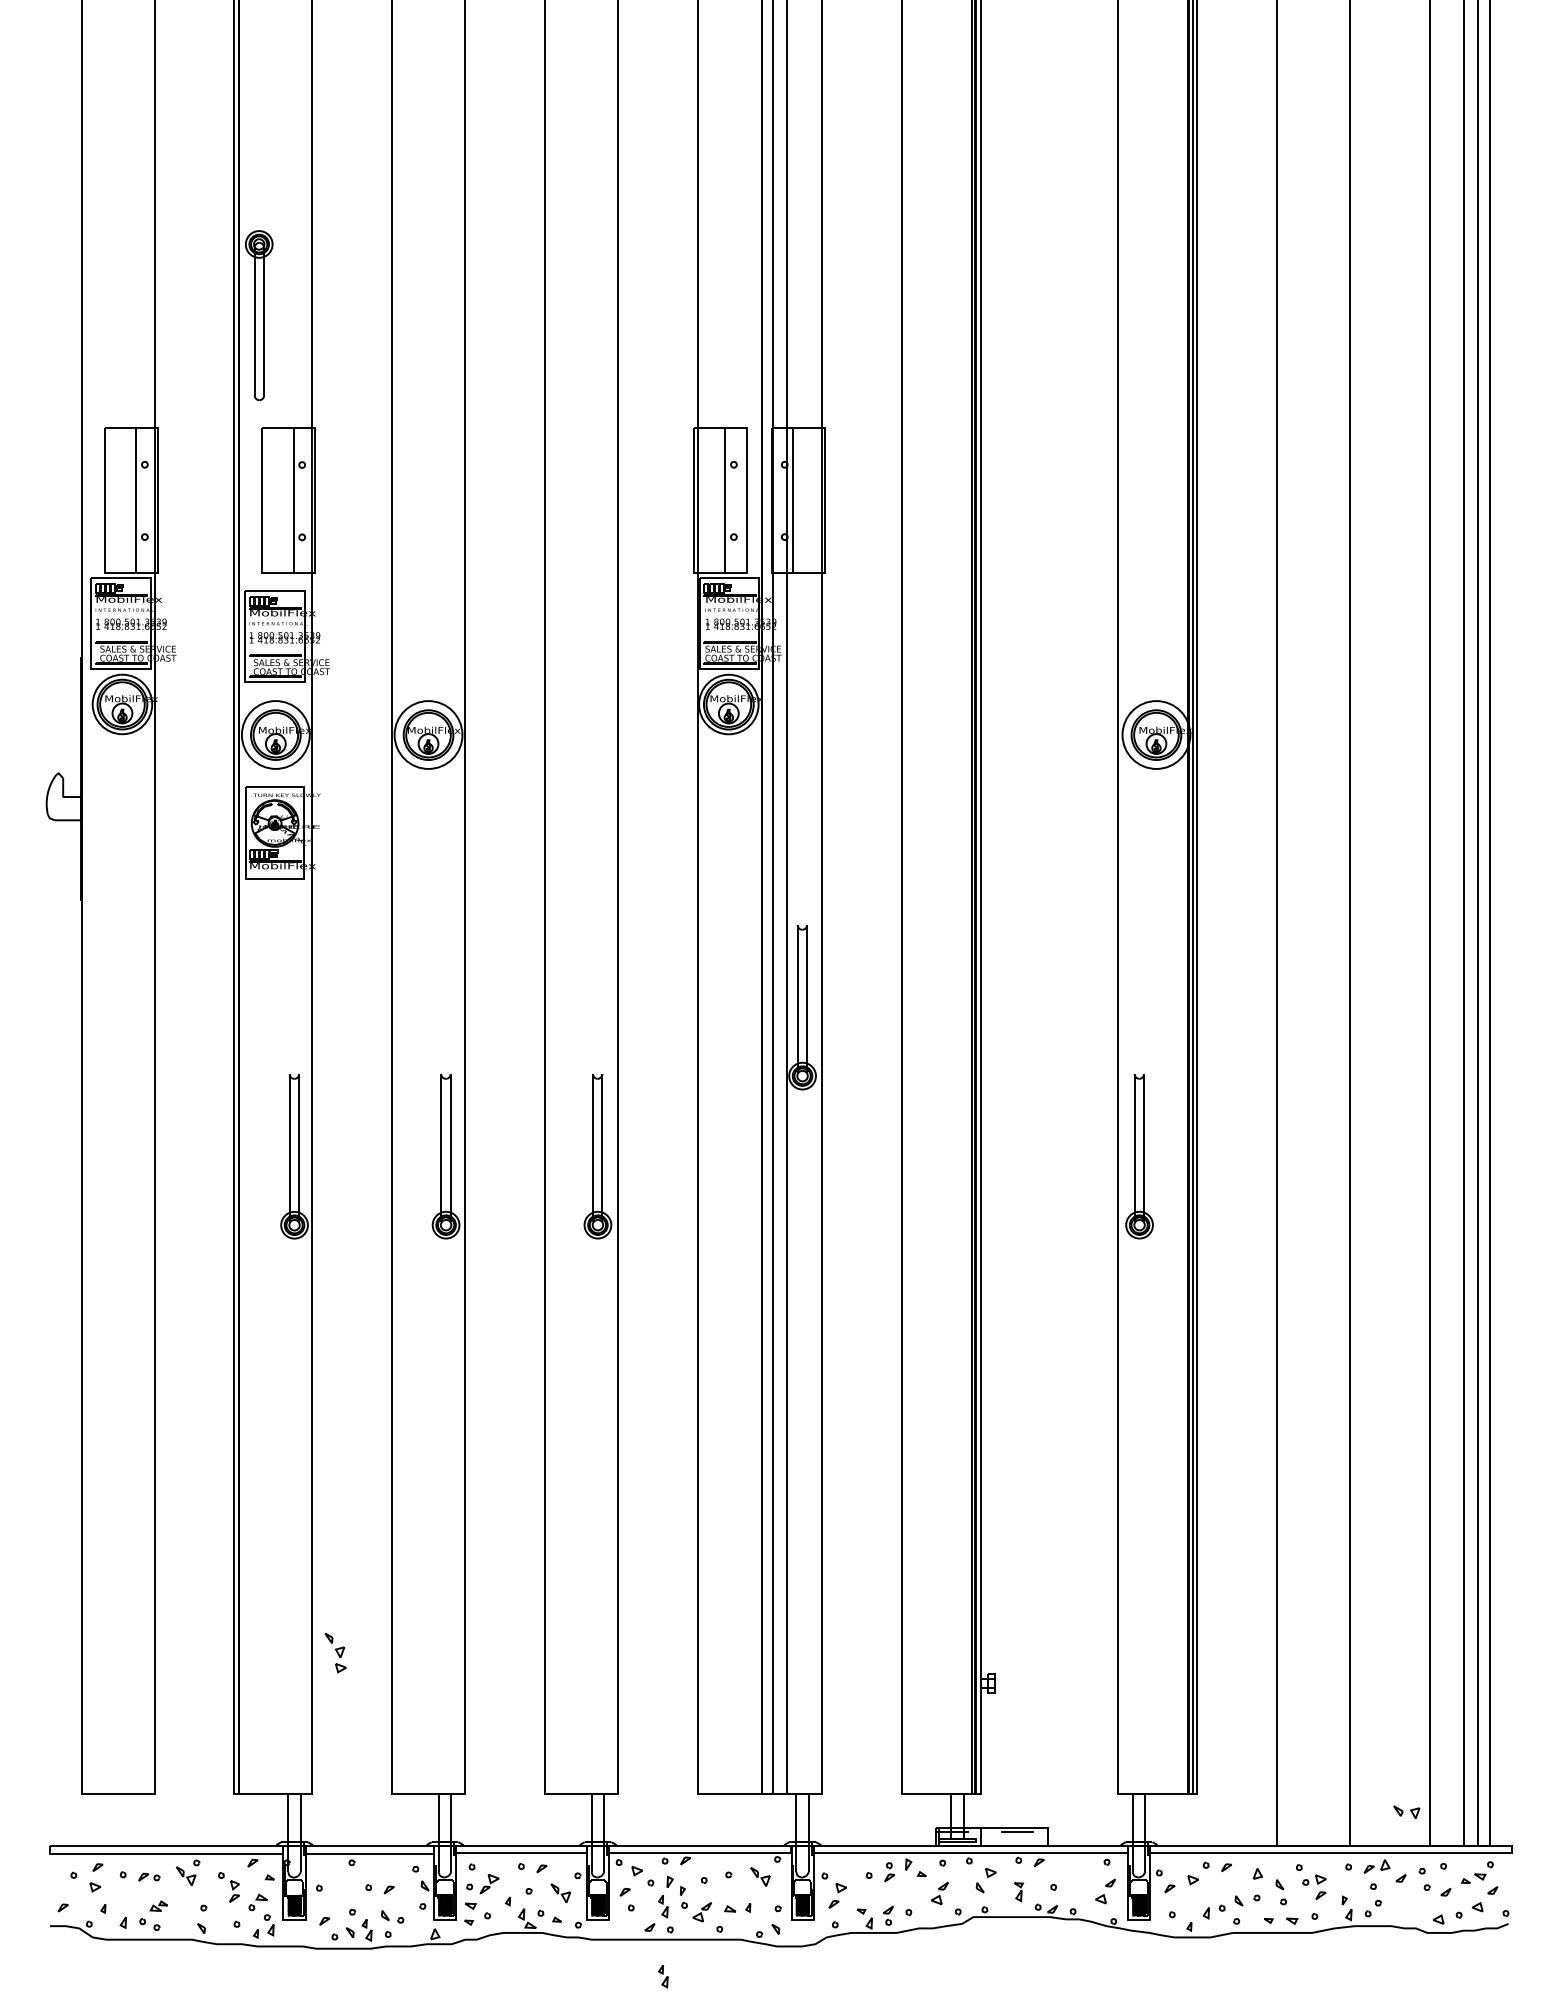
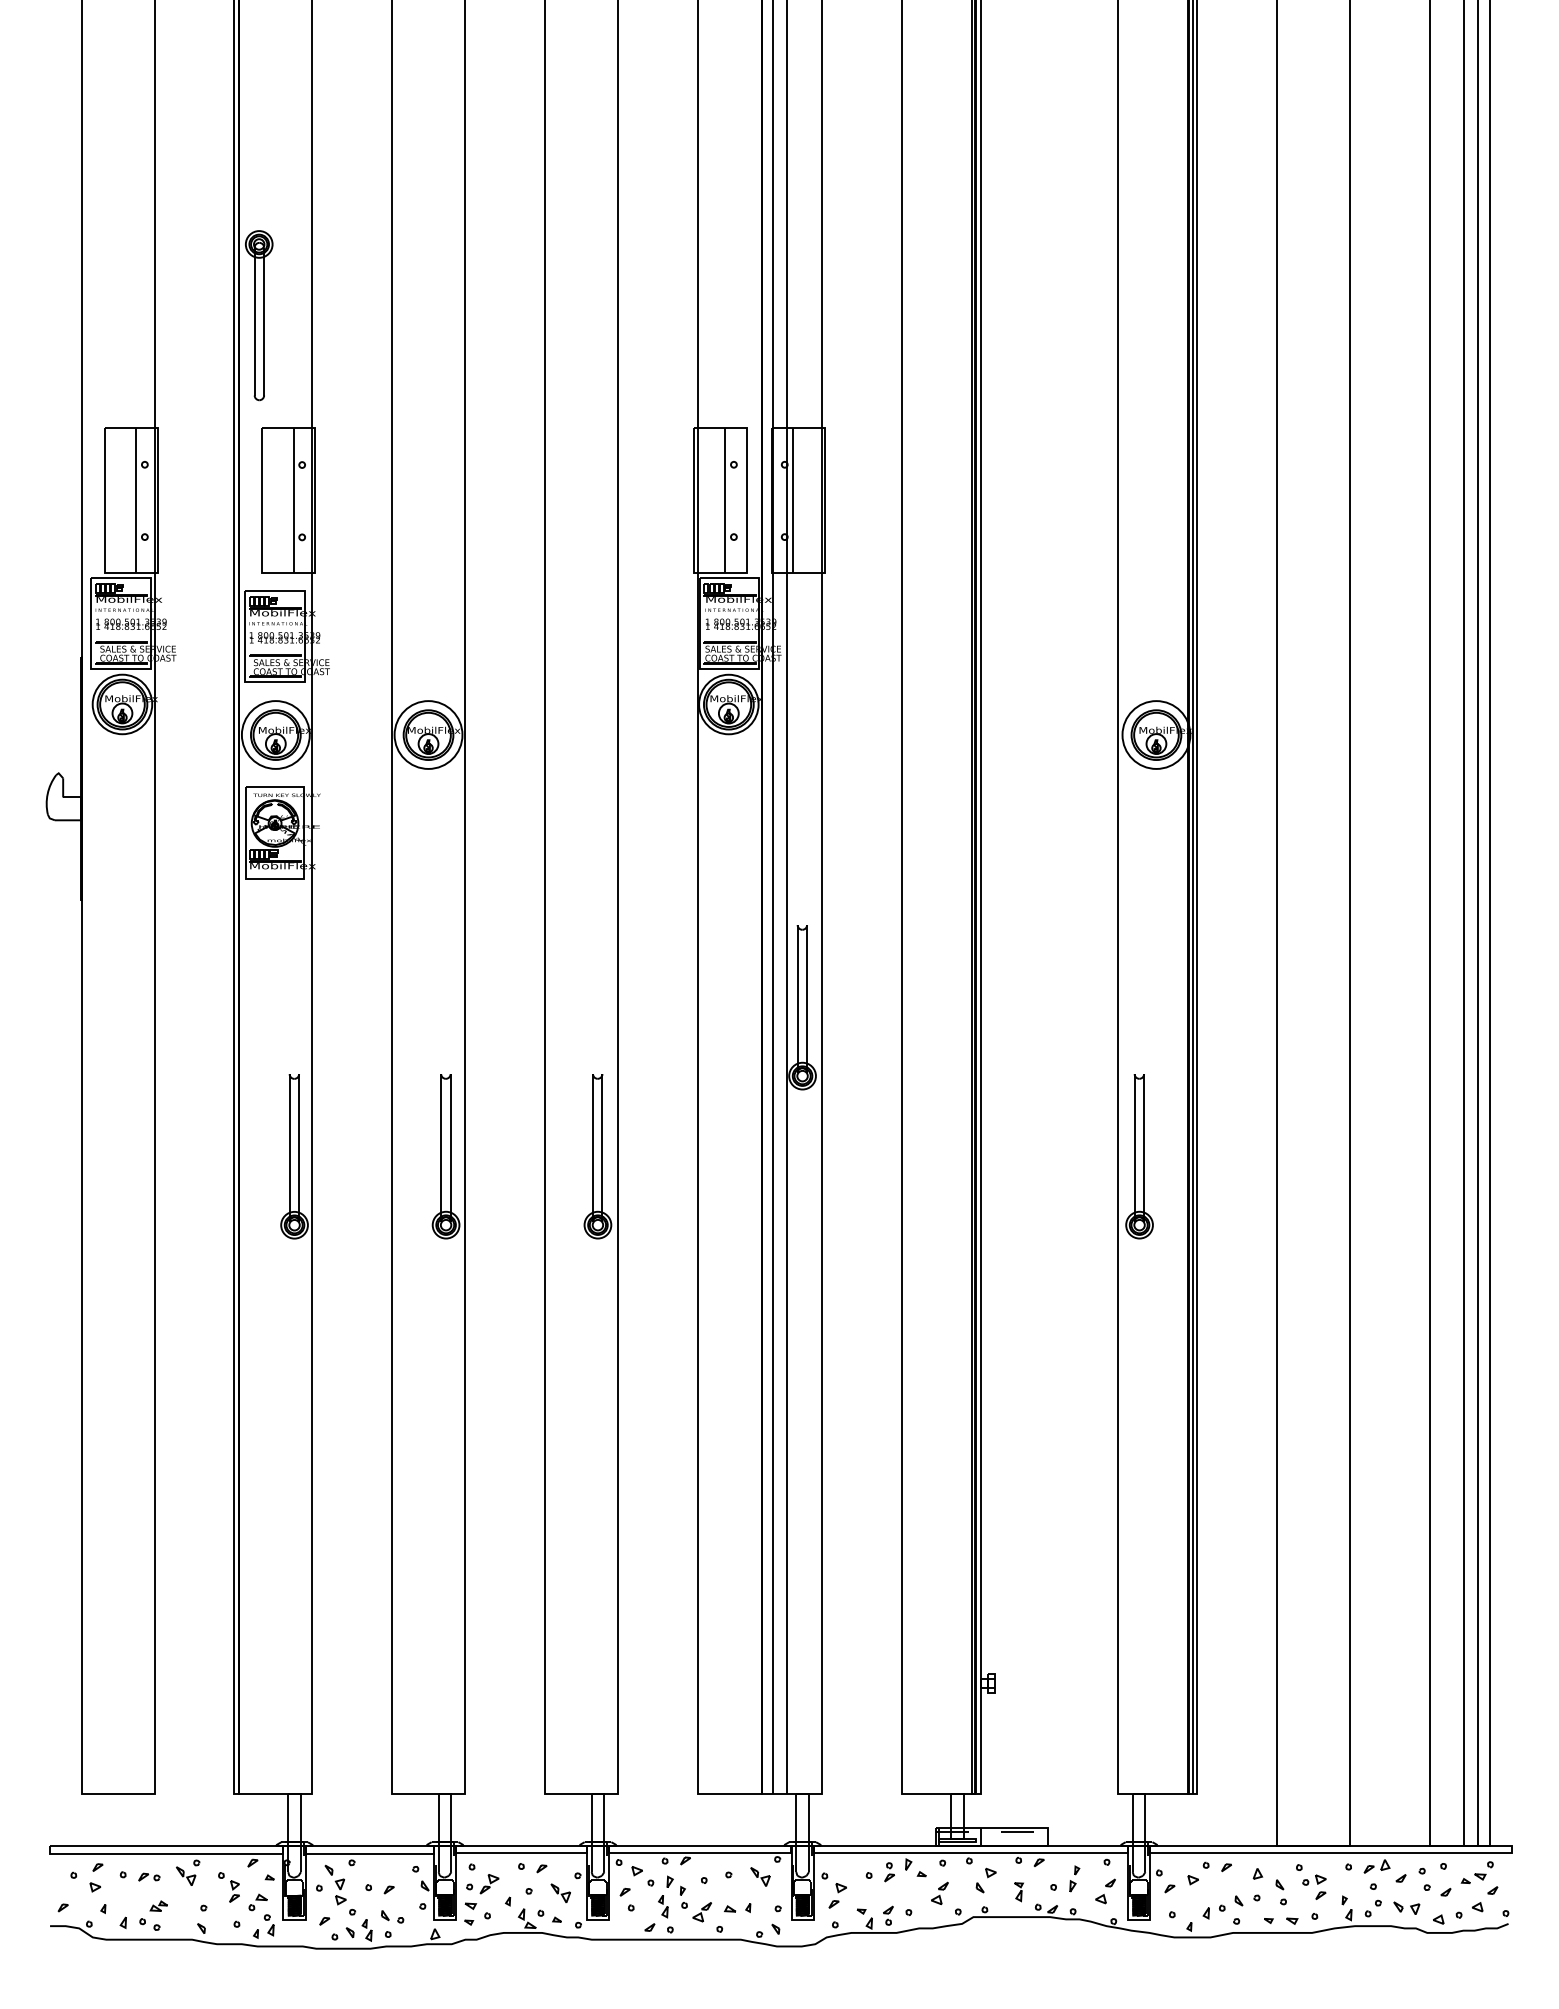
part at (335, 1652) position: (335, 1652) -> (335, 1884)
part at (1406, 1811) position: (1406, 1811) -> (1406, 1907)
part at (1074, 1878): none -> present
part at (663, 1976): present -> none
